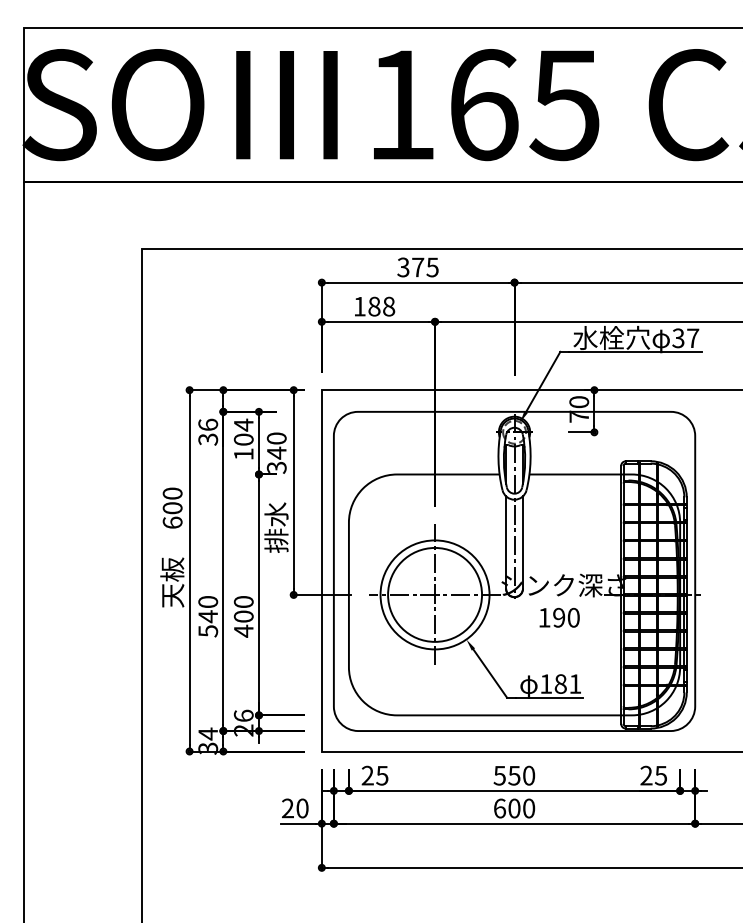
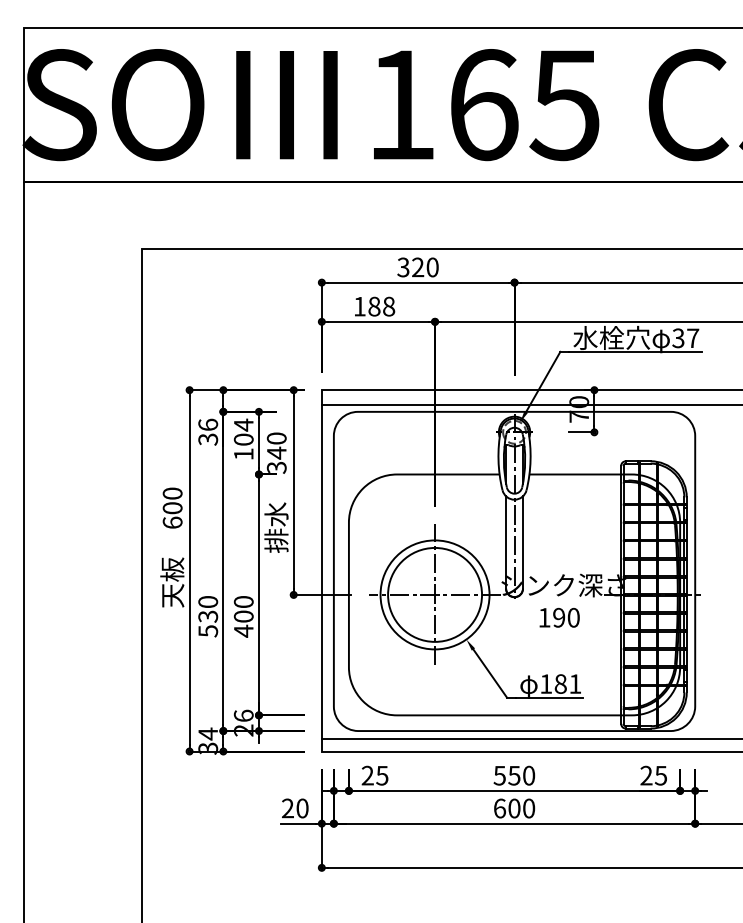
text at (425, 267): 375 -> 320
line at (530, 405): none -> present
text at (208, 616): 540 -> 530
line at (530, 738): none -> present
